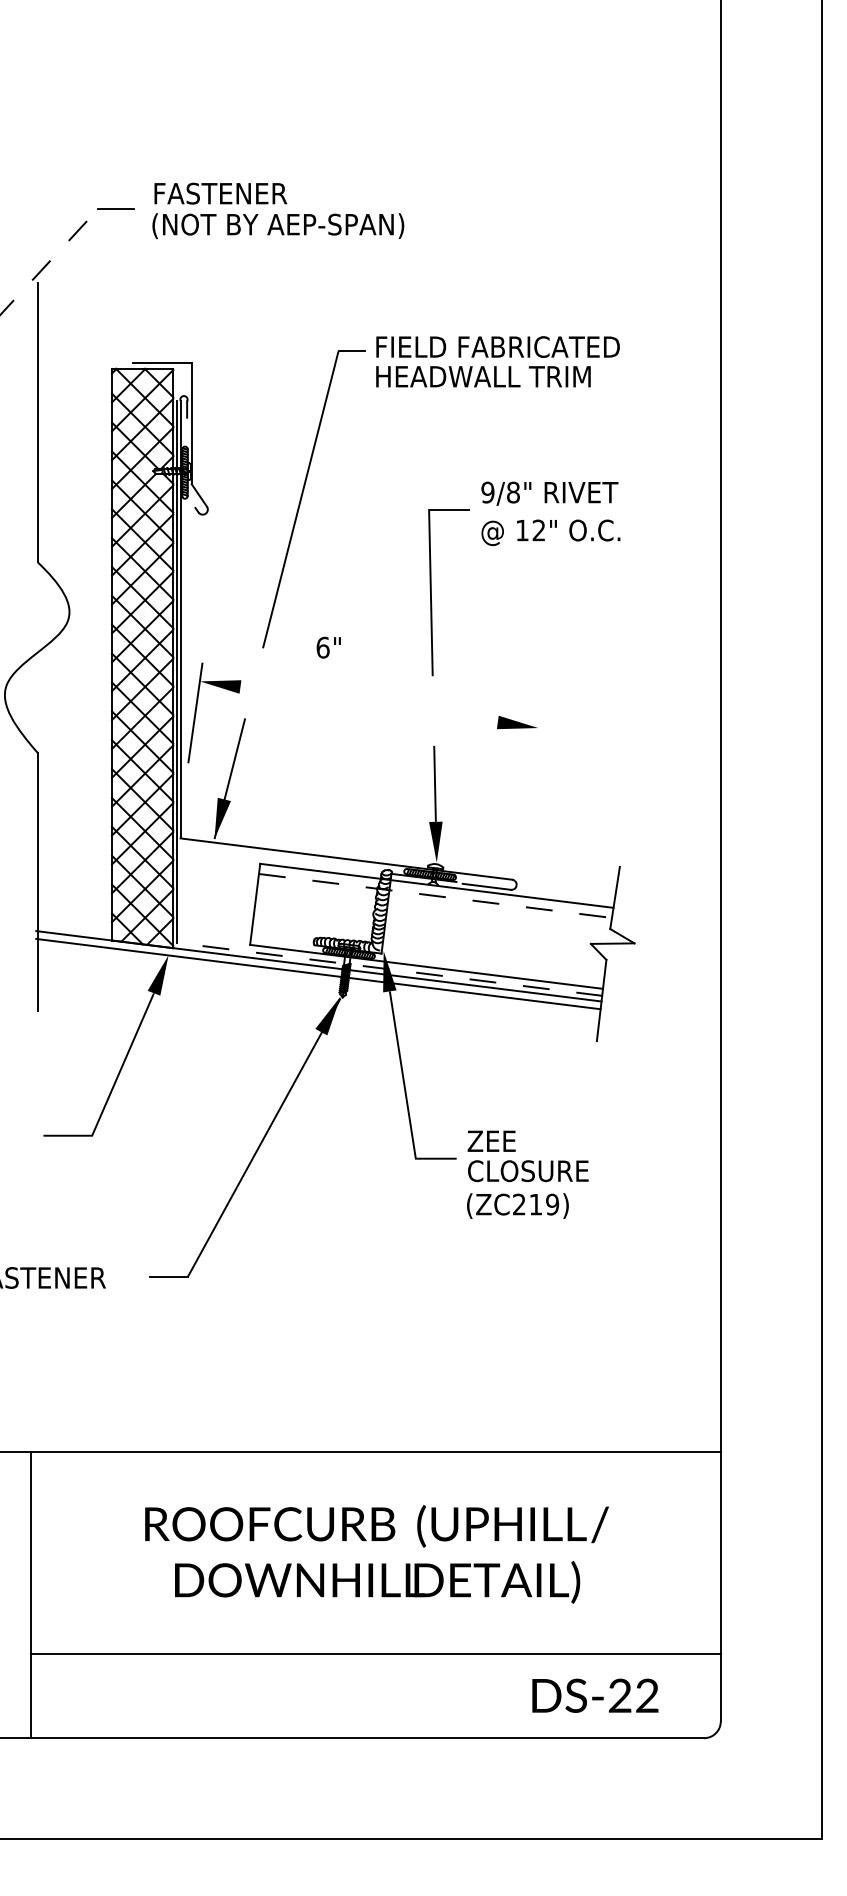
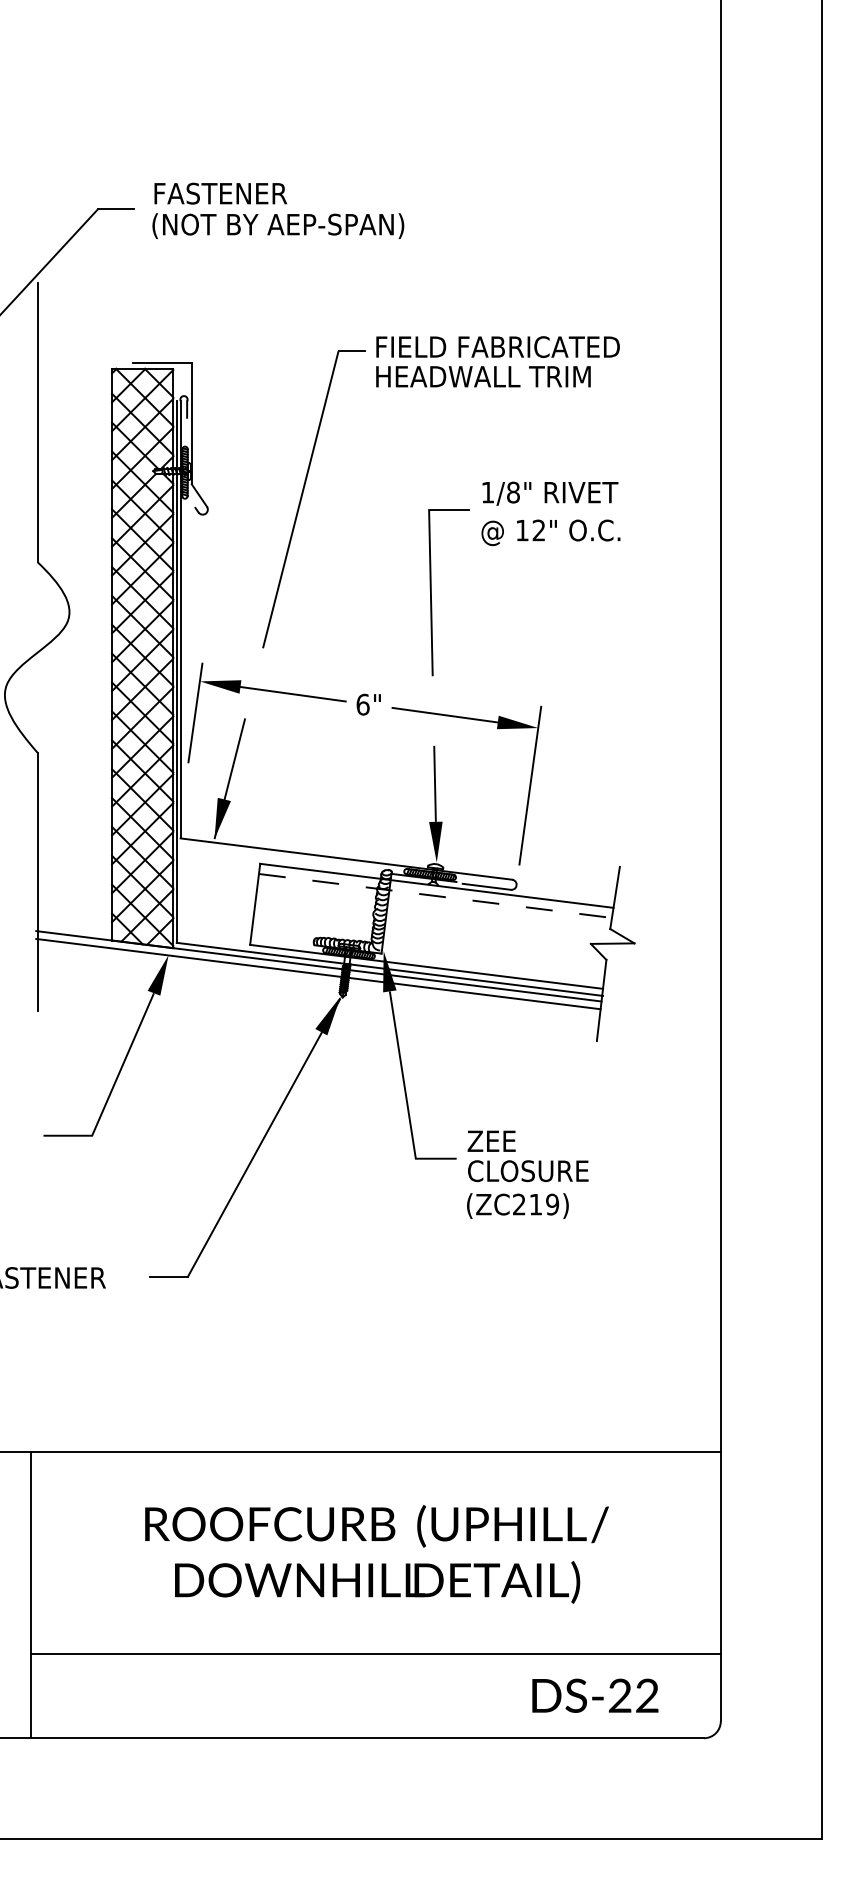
line at (49, 262): dashed -> solid
text at (487, 492): 9/8" -> 1/8"
text at (328, 647) position: (328, 647) -> (368, 704)
line at (292, 693): none -> present
line at (444, 714): none -> present
line at (530, 785): none -> present
line at (389, 969): dashed -> solid
